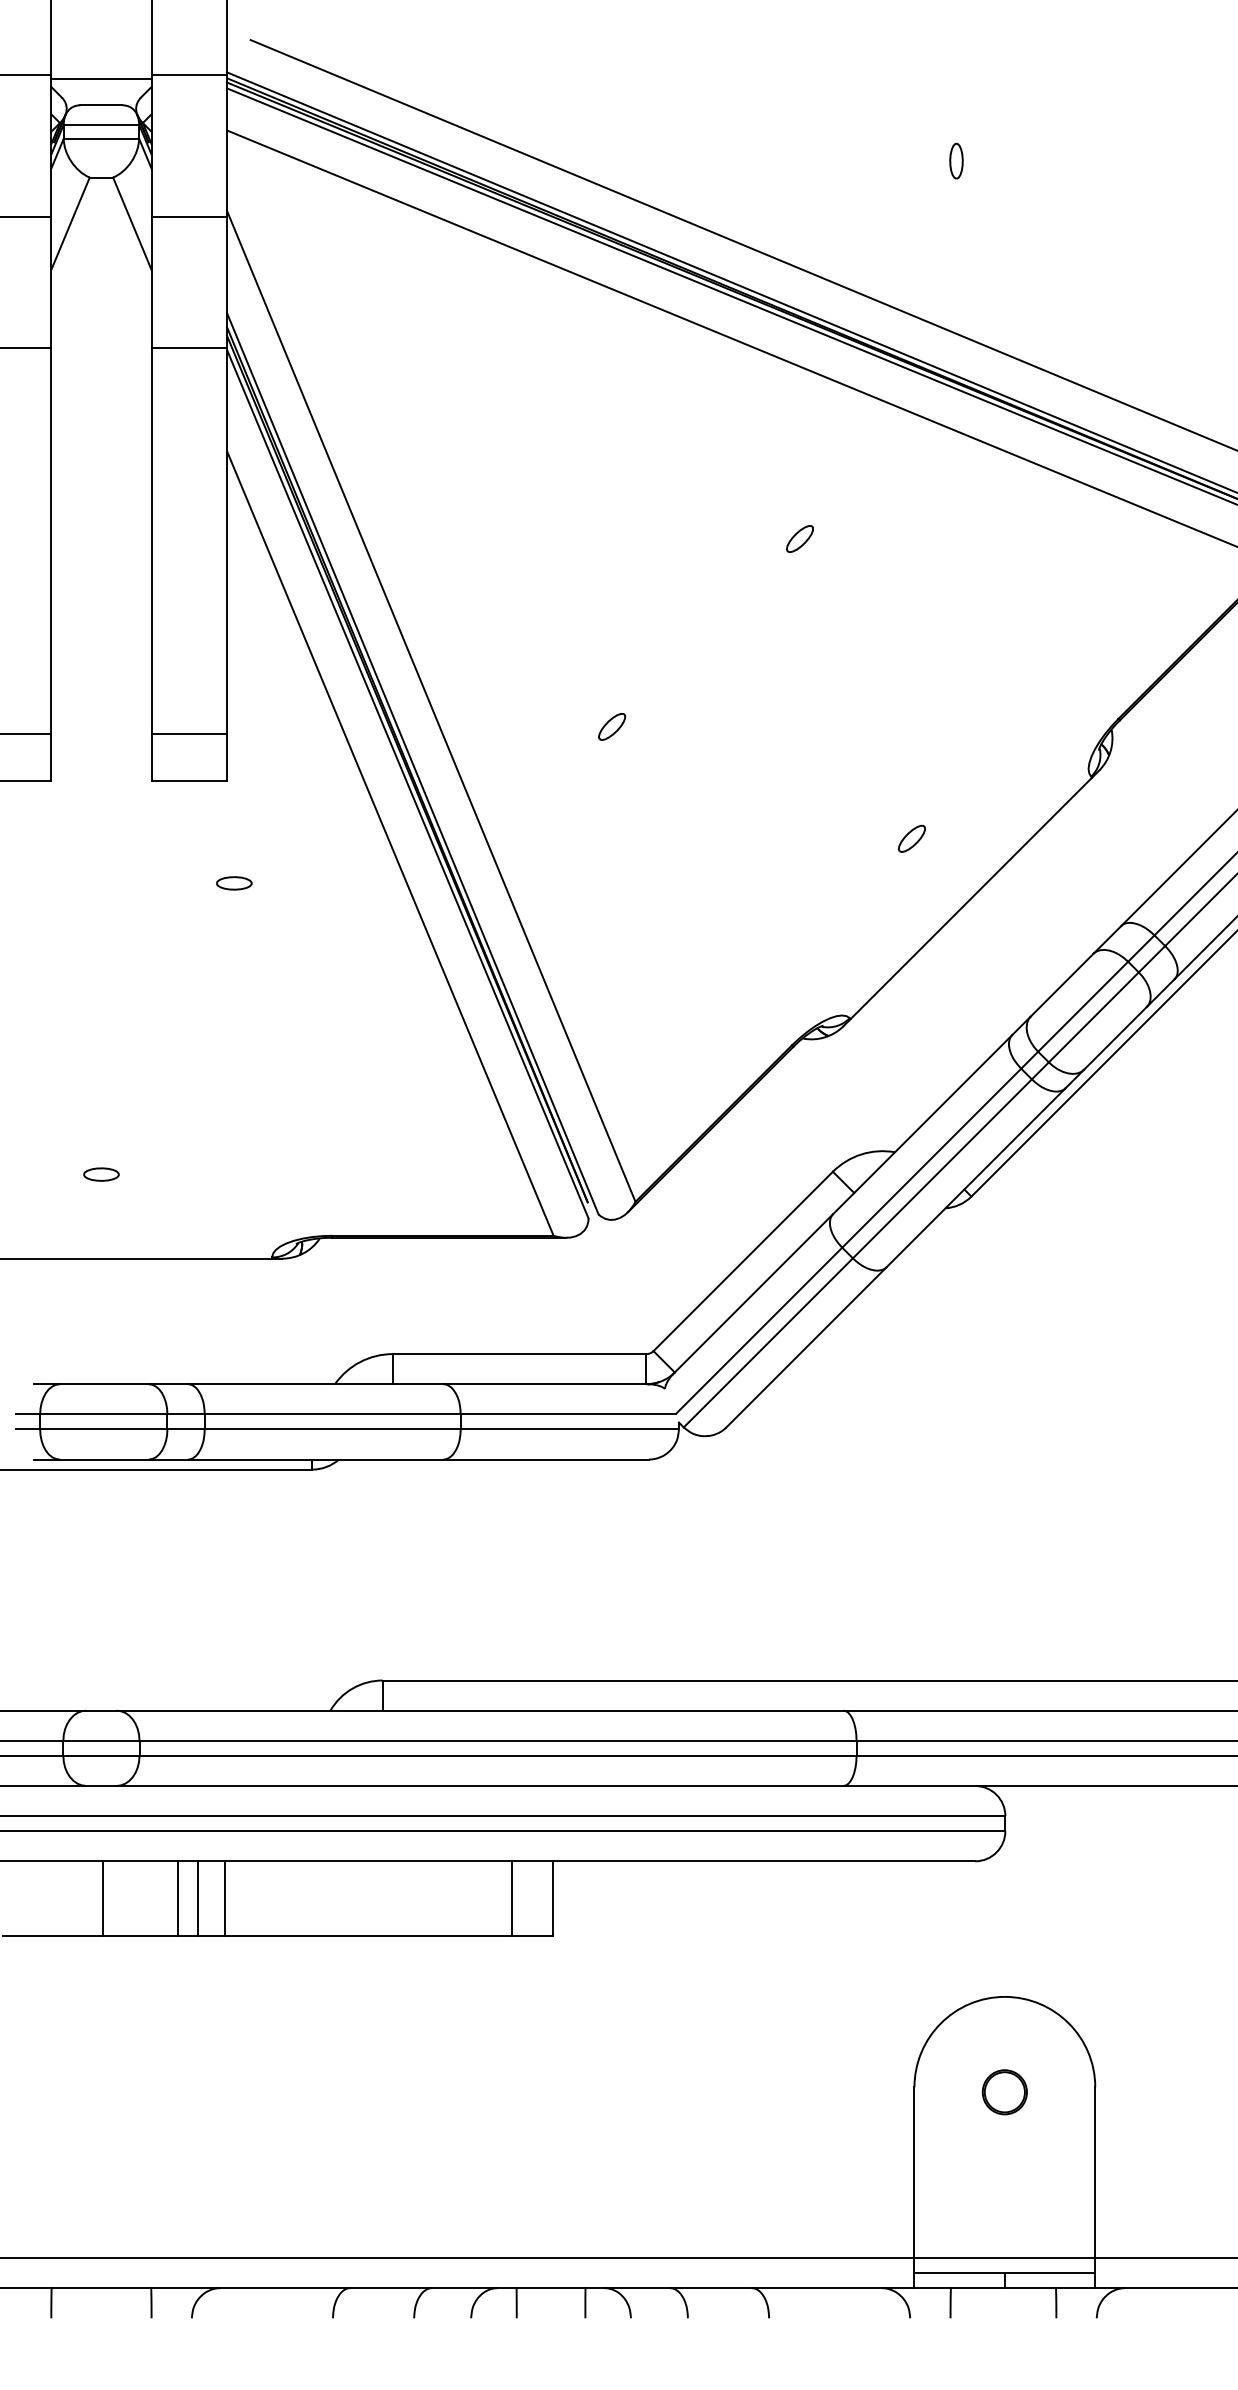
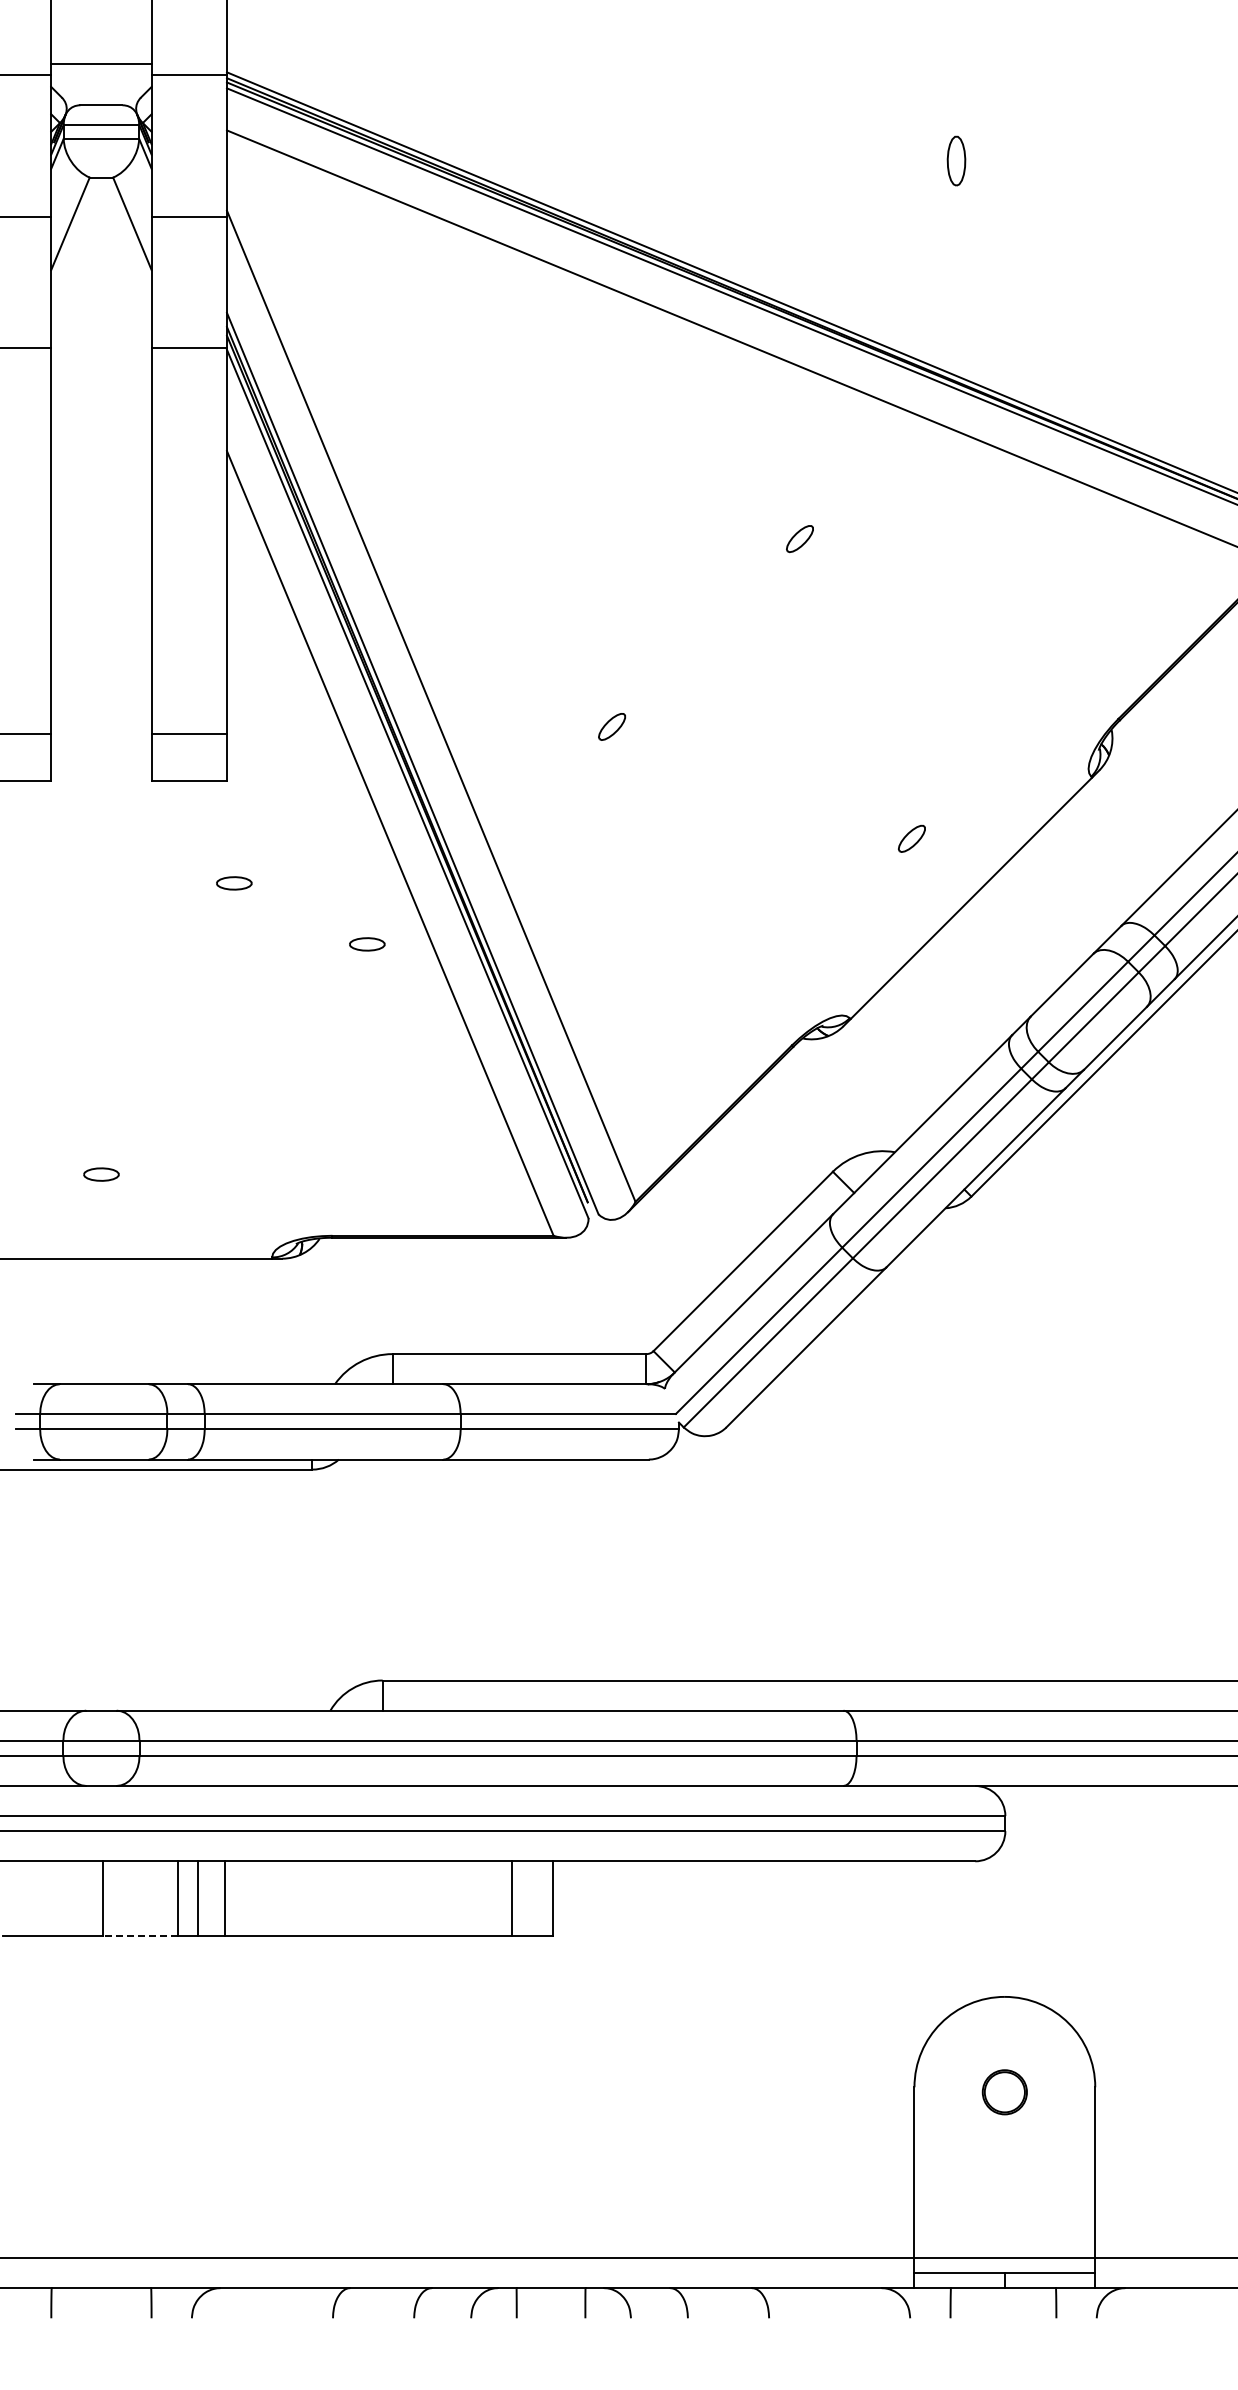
line at (101, 78) position: (101, 78) -> (101, 63)
part at (956, 161) size: 15x37 px -> 21x52 px
line at (742, 244): present -> none
part at (367, 944): none -> present
line at (140, 1936): solid -> dashed
